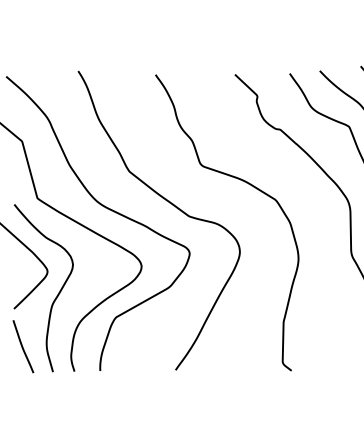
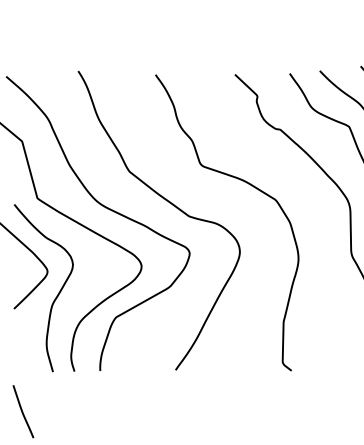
curve at (23, 346) position: (23, 346) -> (23, 411)
